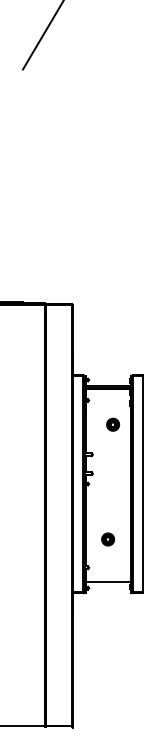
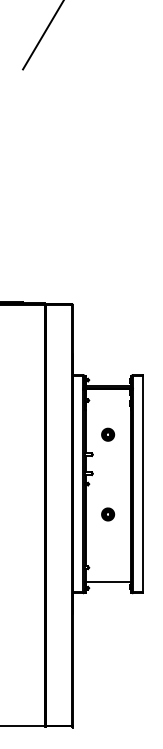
part at (113, 424) position: (113, 424) -> (108, 434)
part at (108, 539) position: (108, 539) -> (108, 514)
